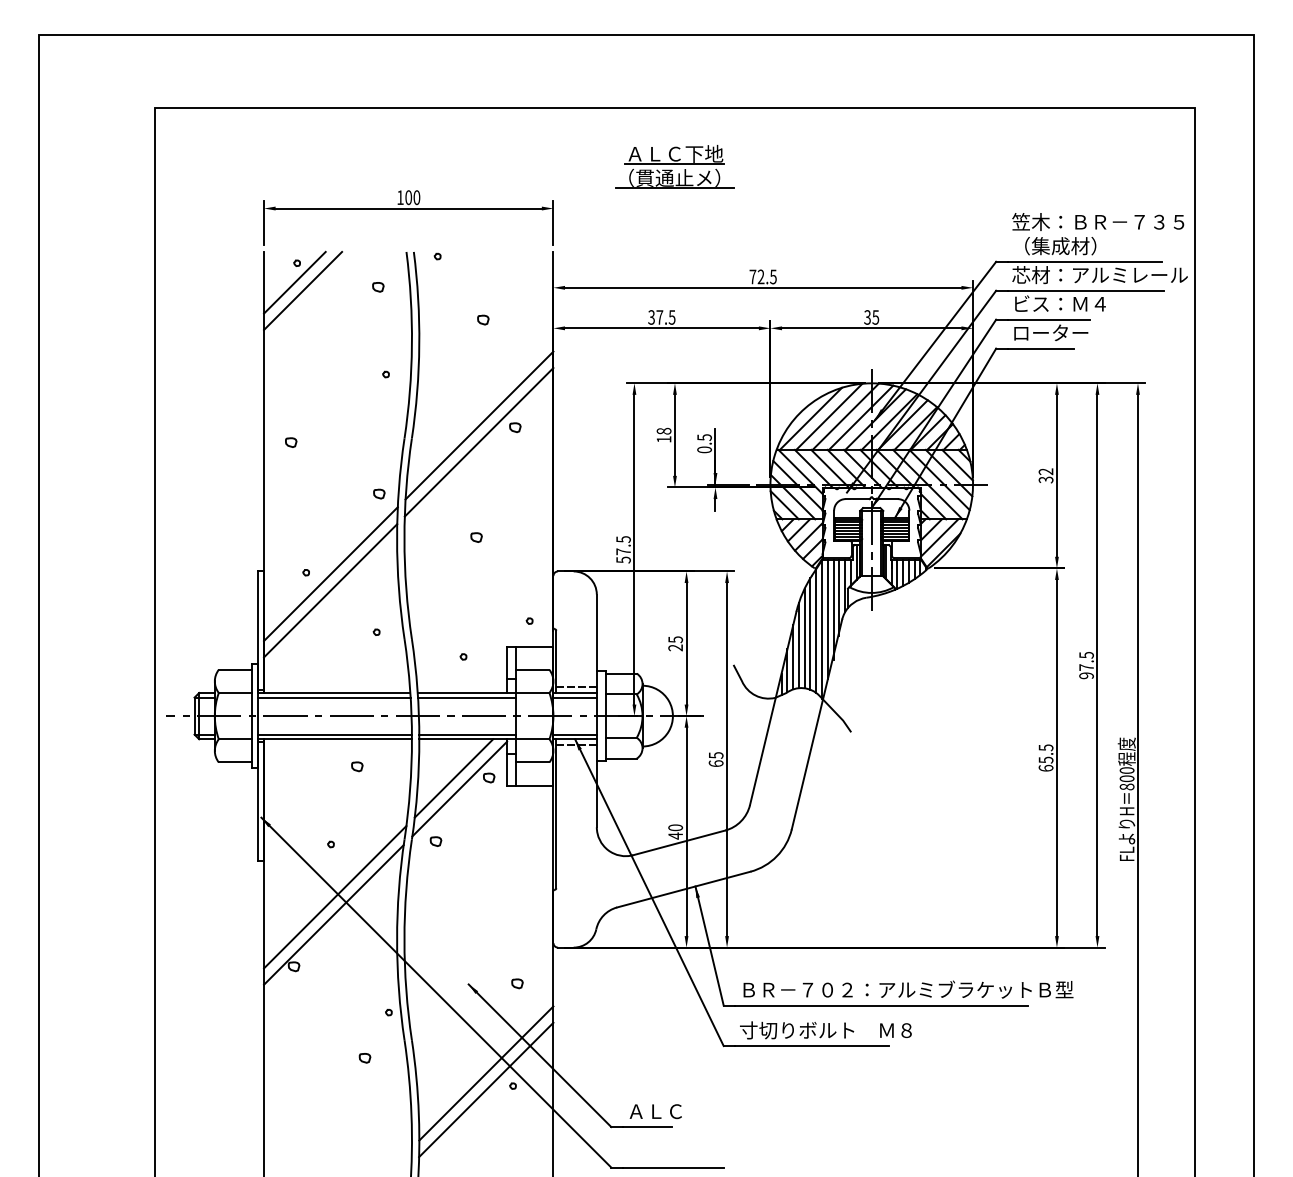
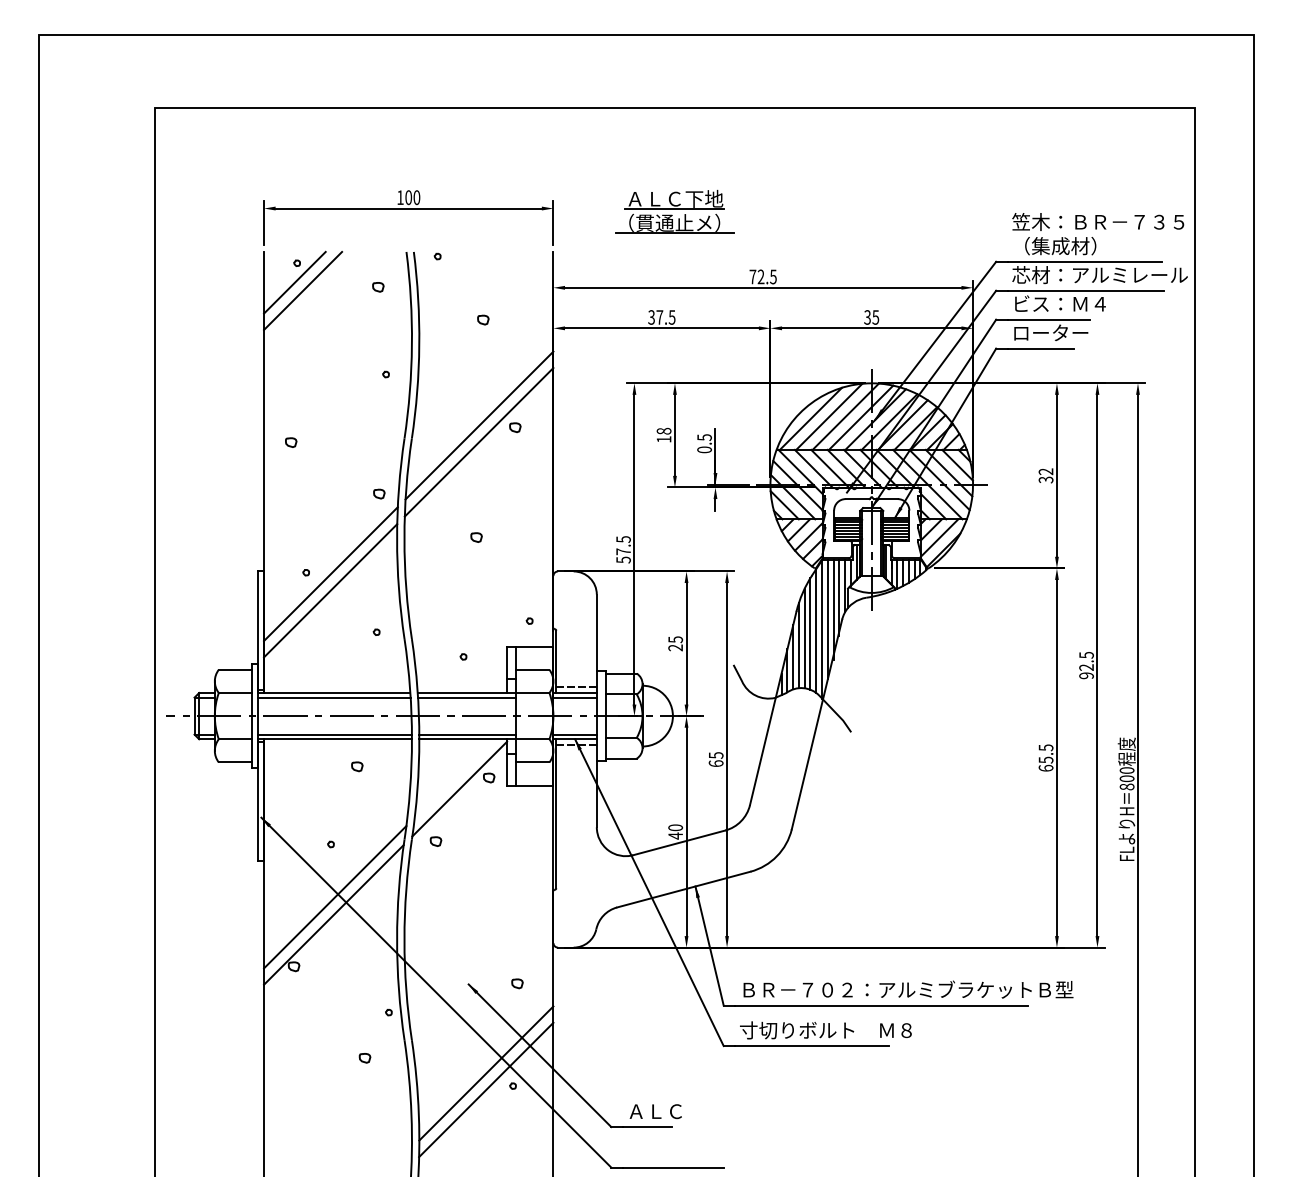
part at (674, 166) position: (674, 166) -> (674, 211)
text at (1086, 667): 97.5 -> 92.5
line at (453, 778): present -> none
